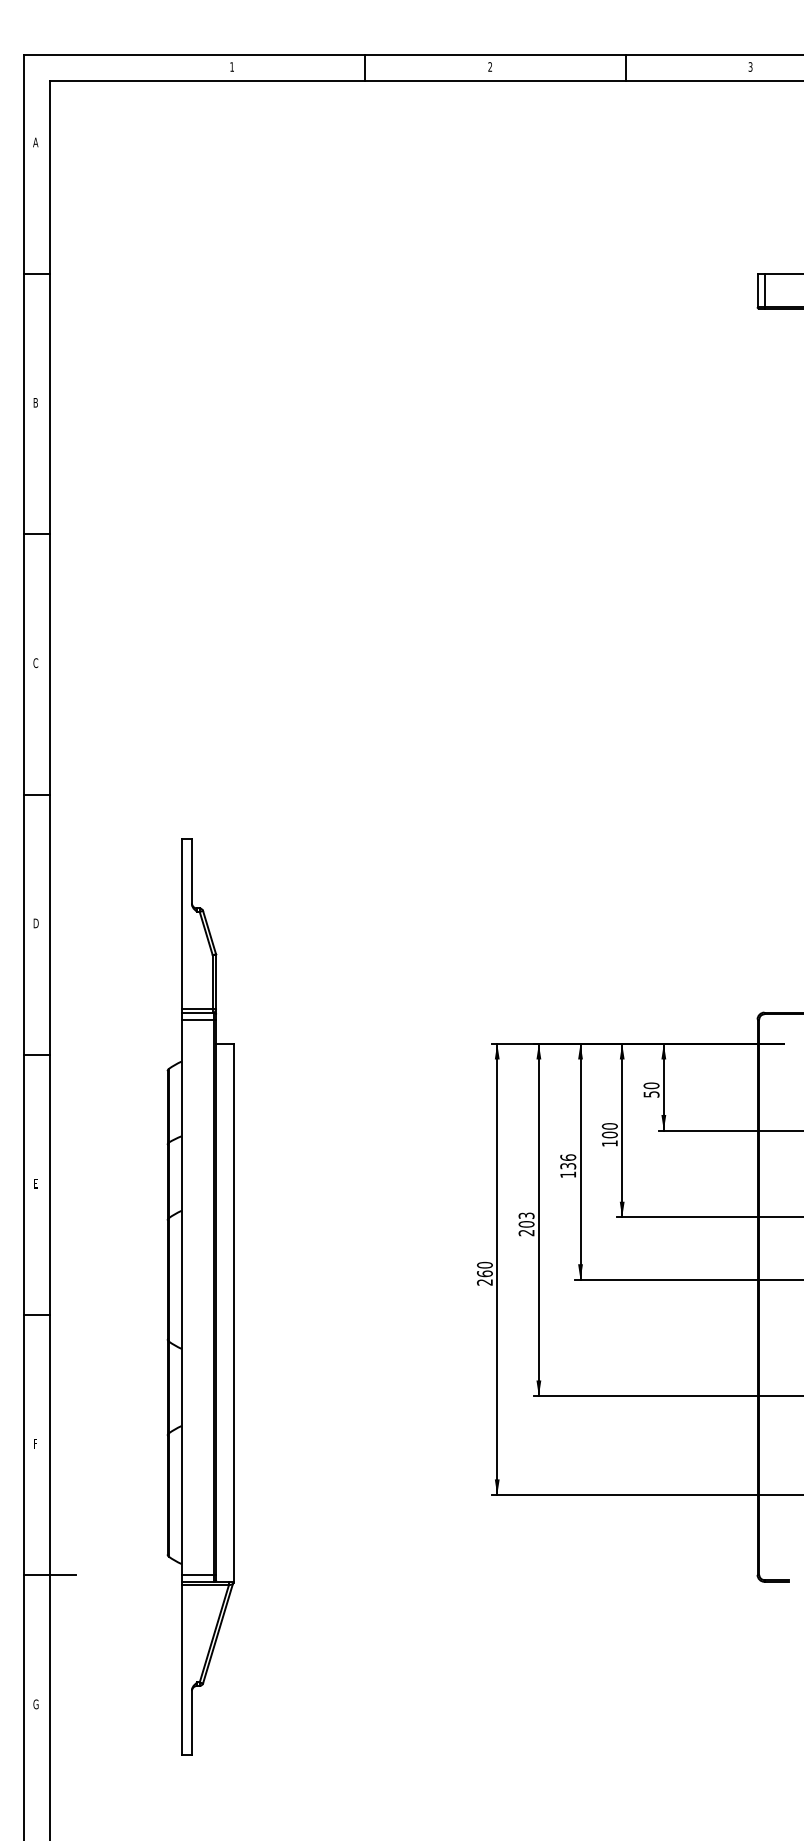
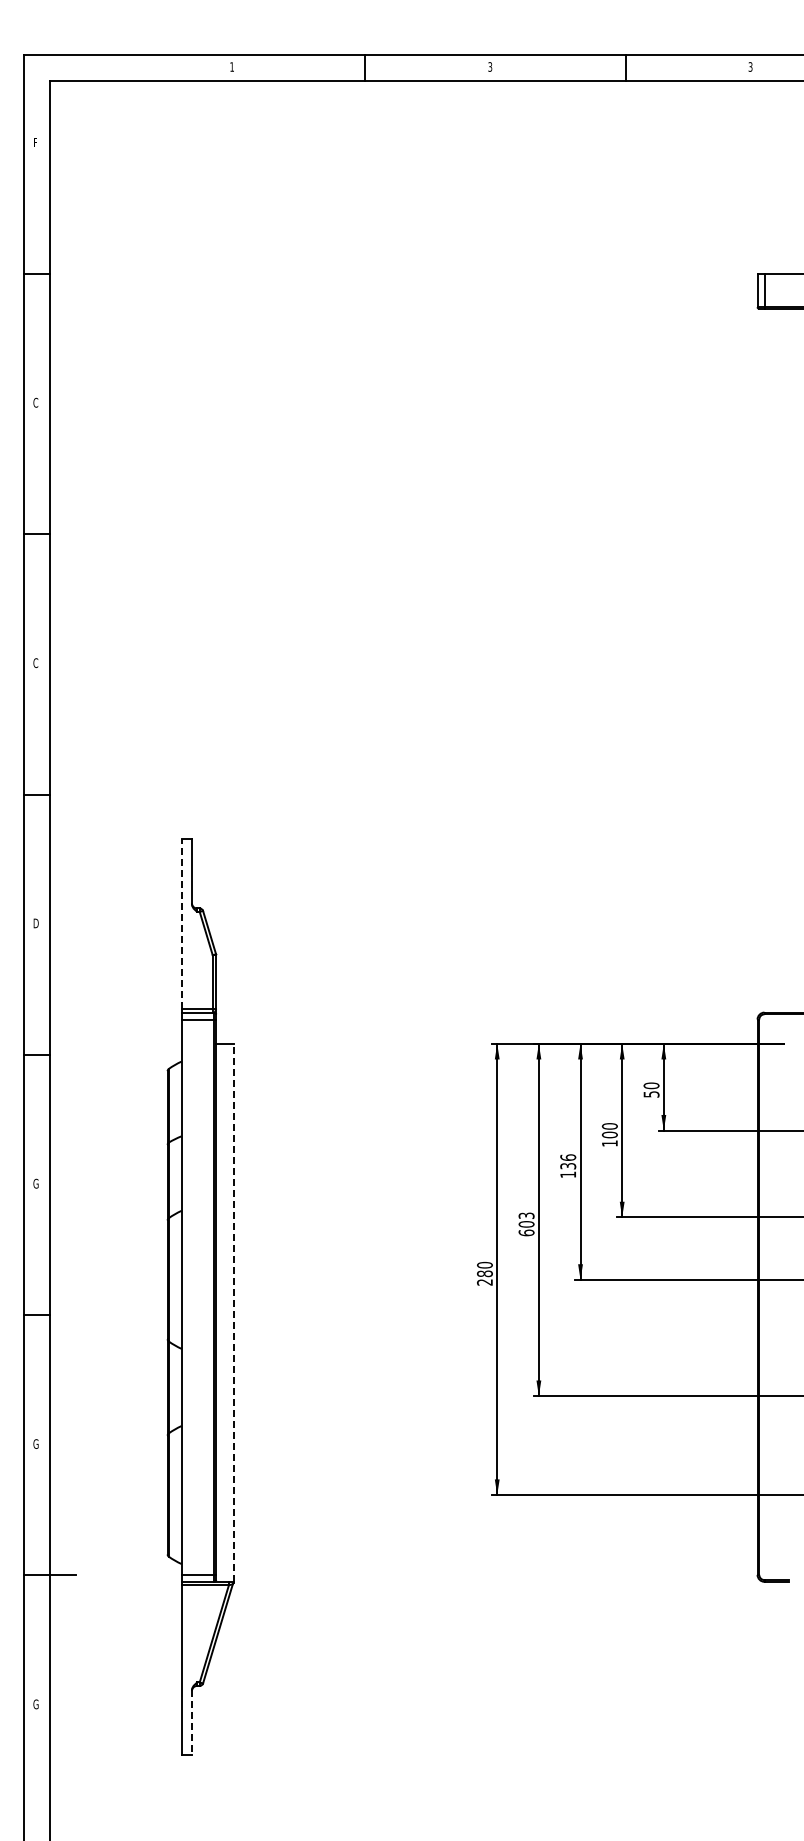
text at (490, 66): 2 -> 3
text at (35, 142): A -> F
text at (35, 402): B -> C
line at (181, 923): solid -> dashed
text at (35, 1183): E -> G
text at (526, 1232): 203 -> 603
text at (484, 1273): 260 -> 280
line at (233, 1312): solid -> dashed
text at (35, 1443): F -> G
line at (191, 1723): solid -> dashed
